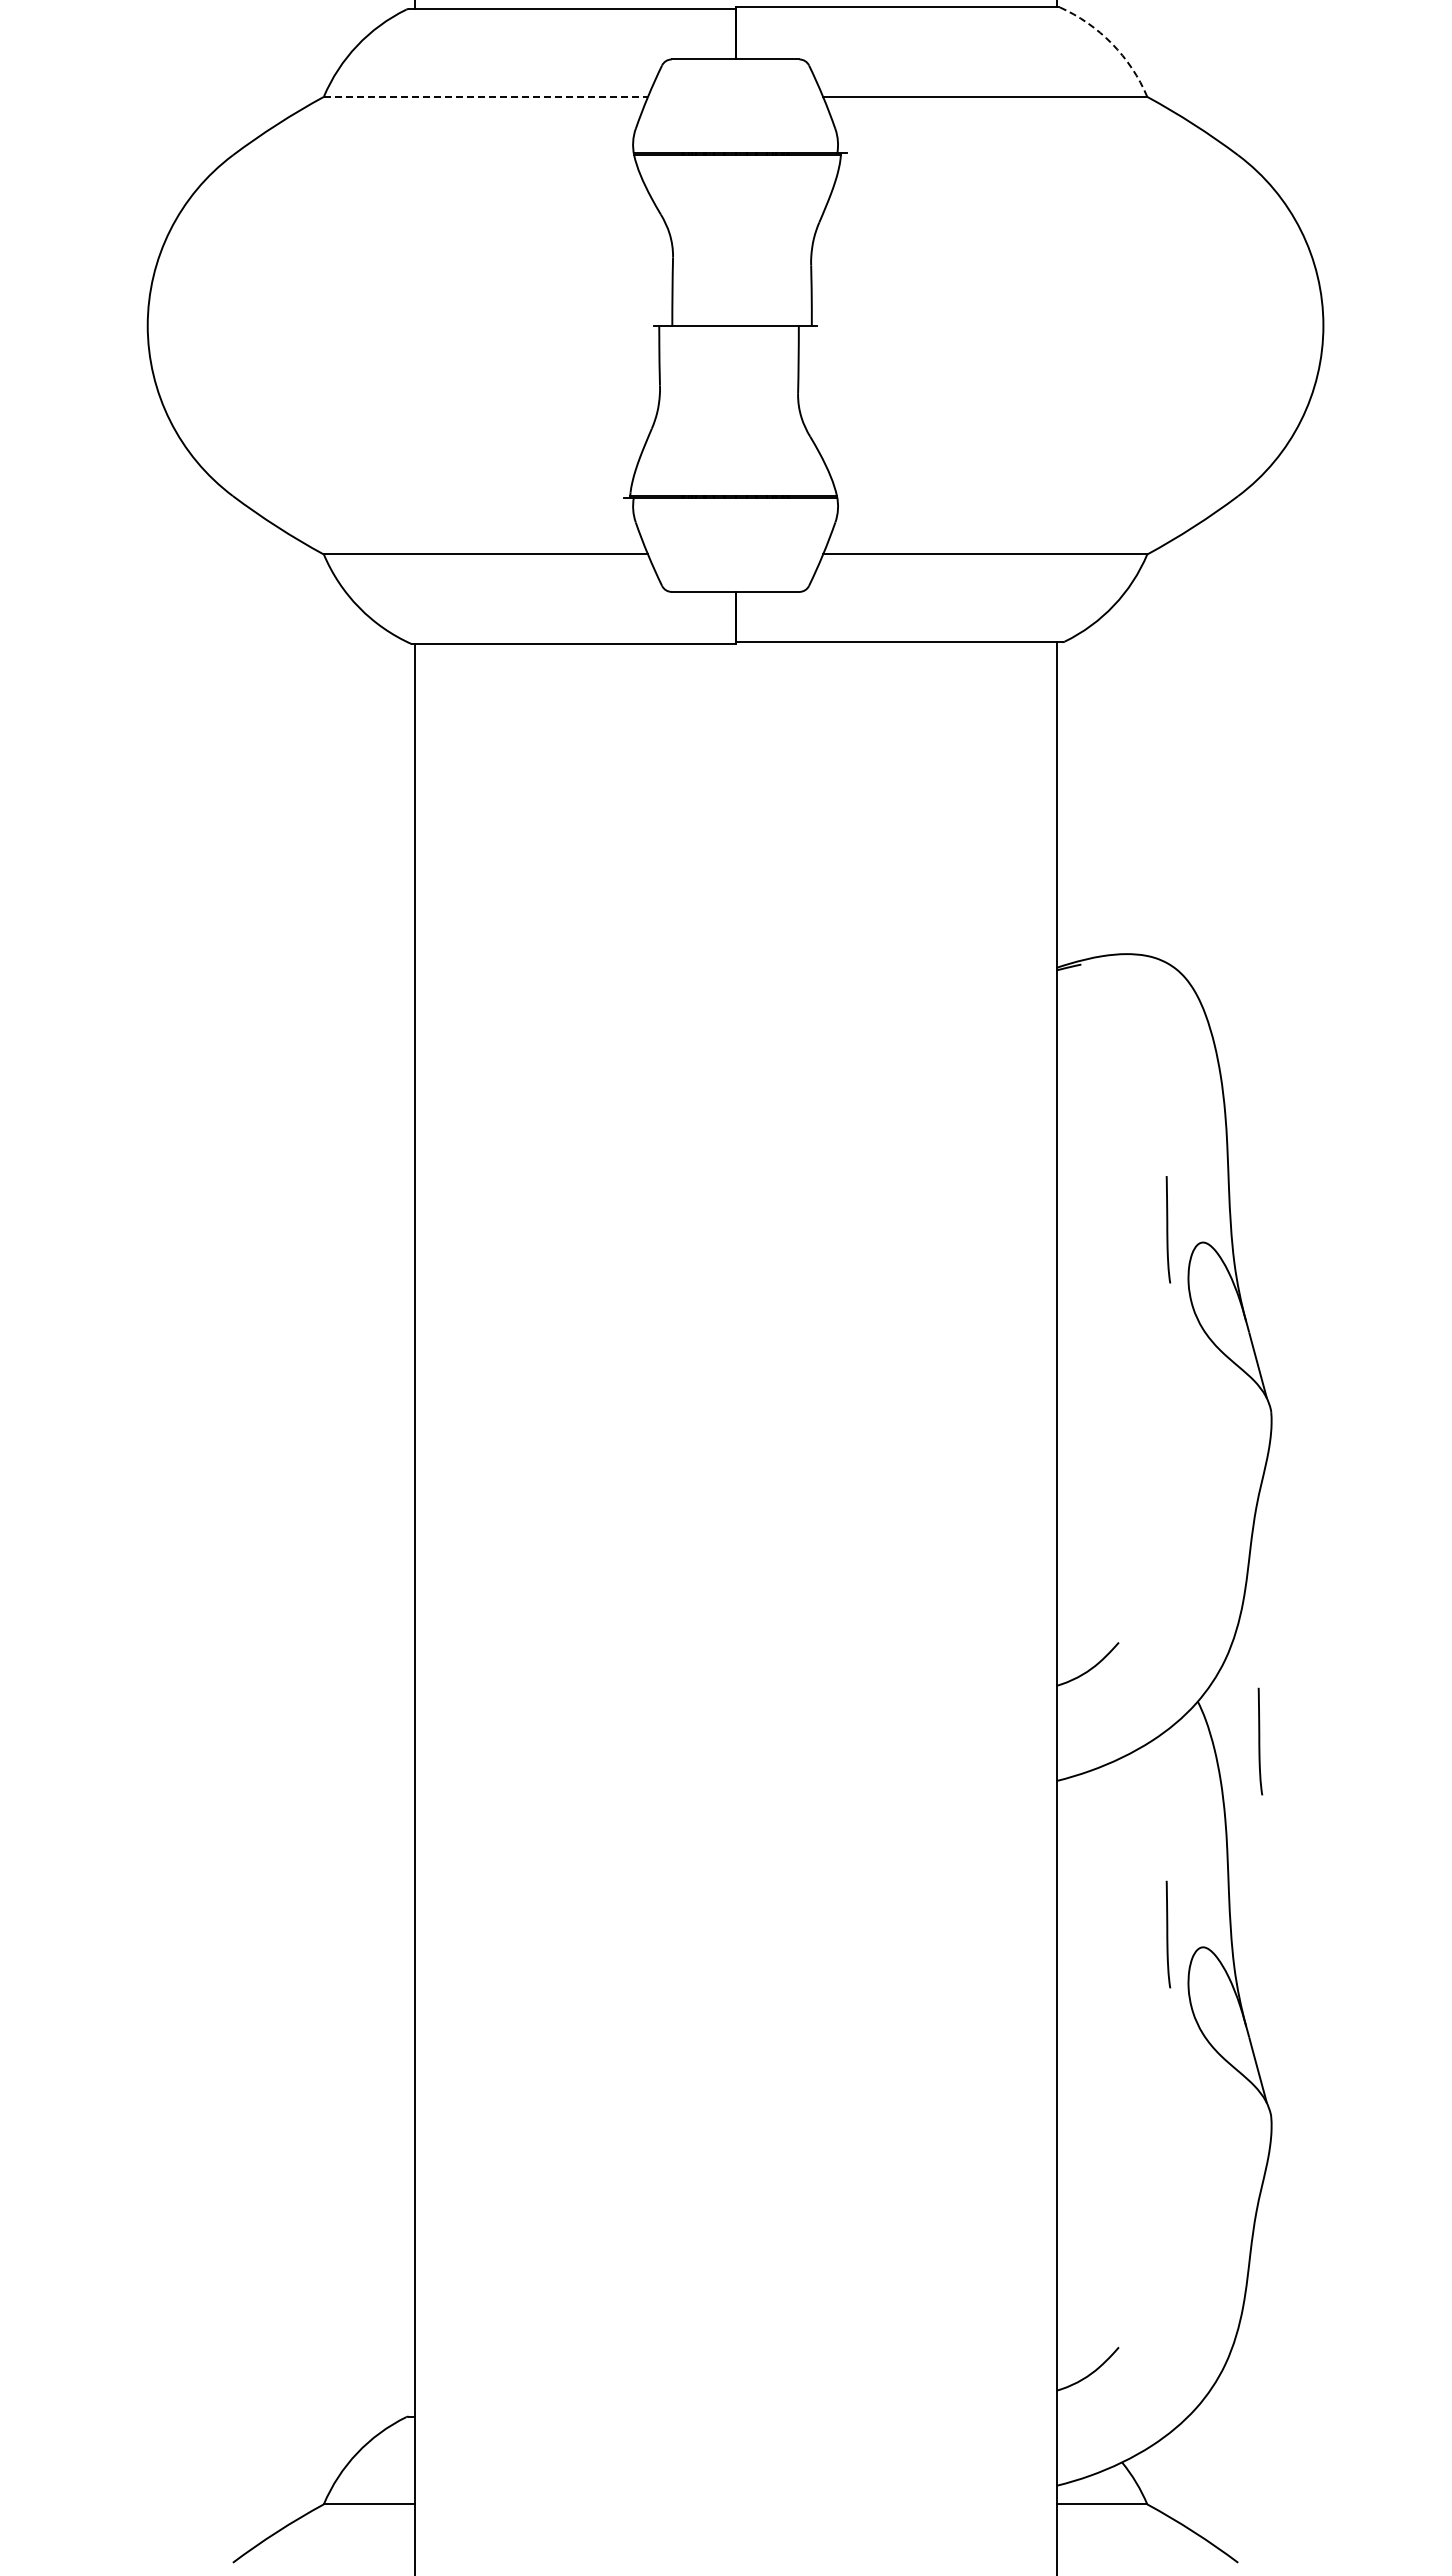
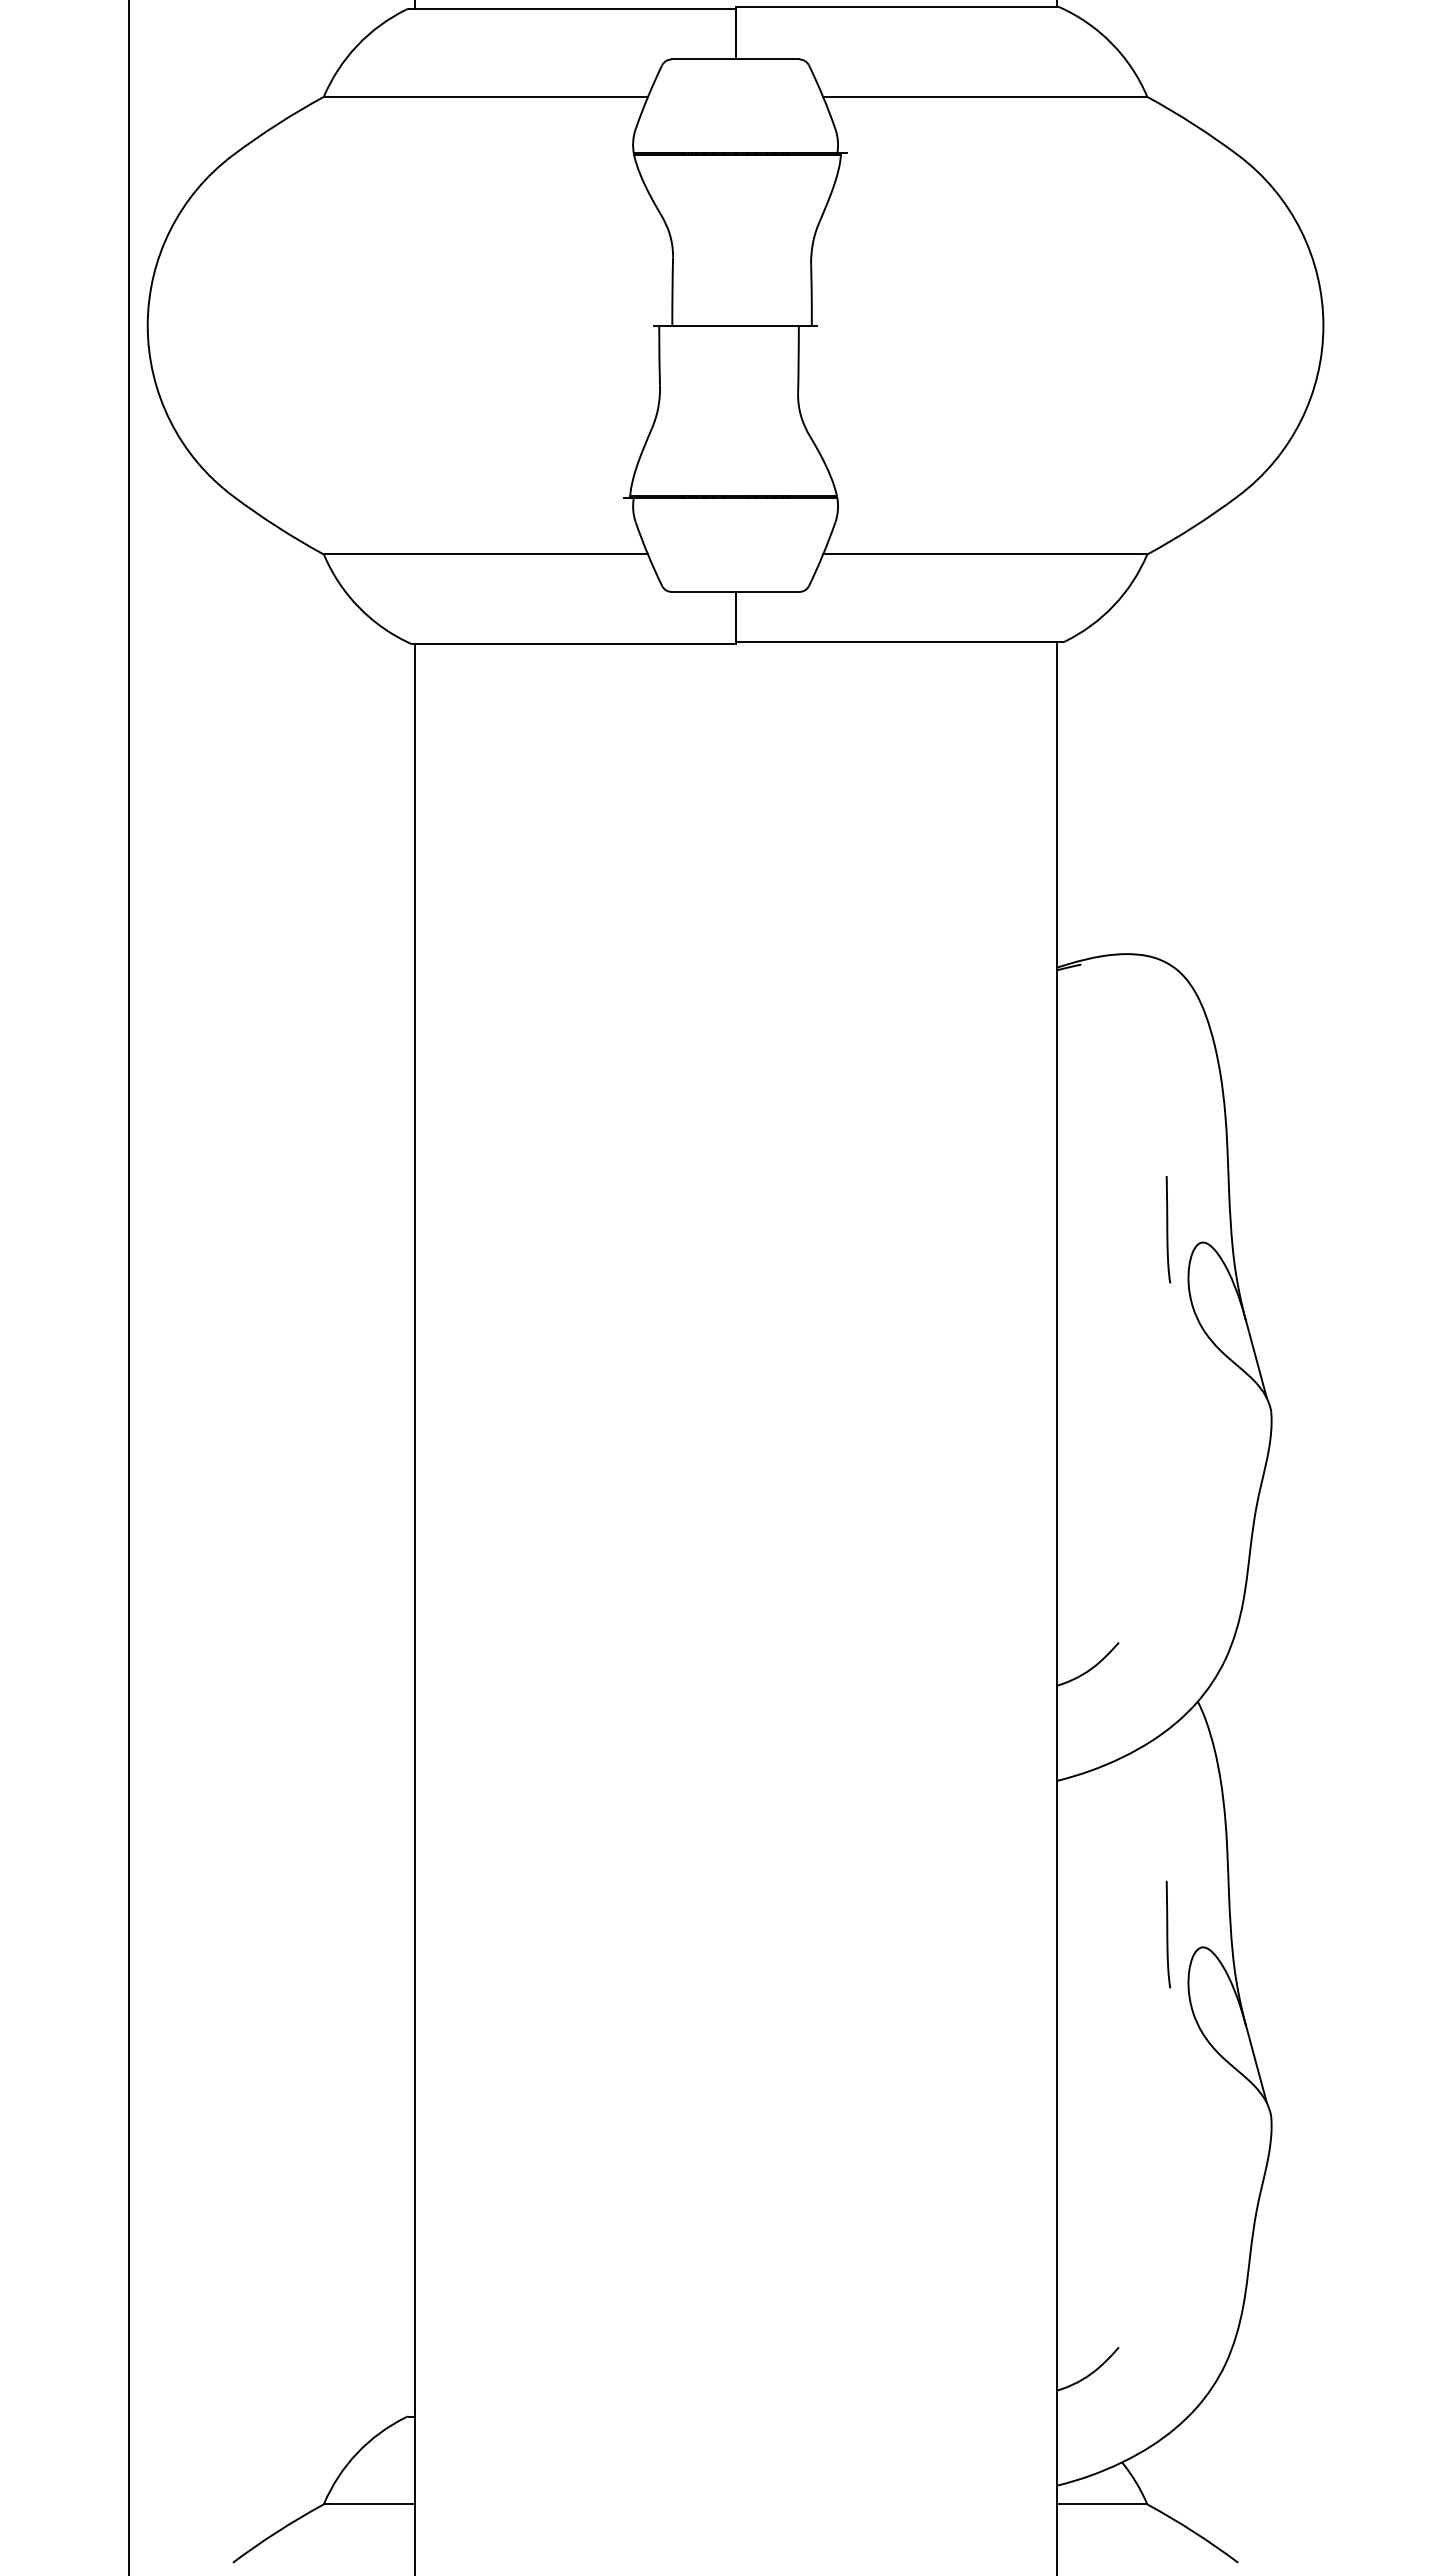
arc at (1111, 43): dashed -> solid
line at (486, 96): dashed -> solid
line at (128, 1287): none -> present
curve at (1260, 1741): present -> none
